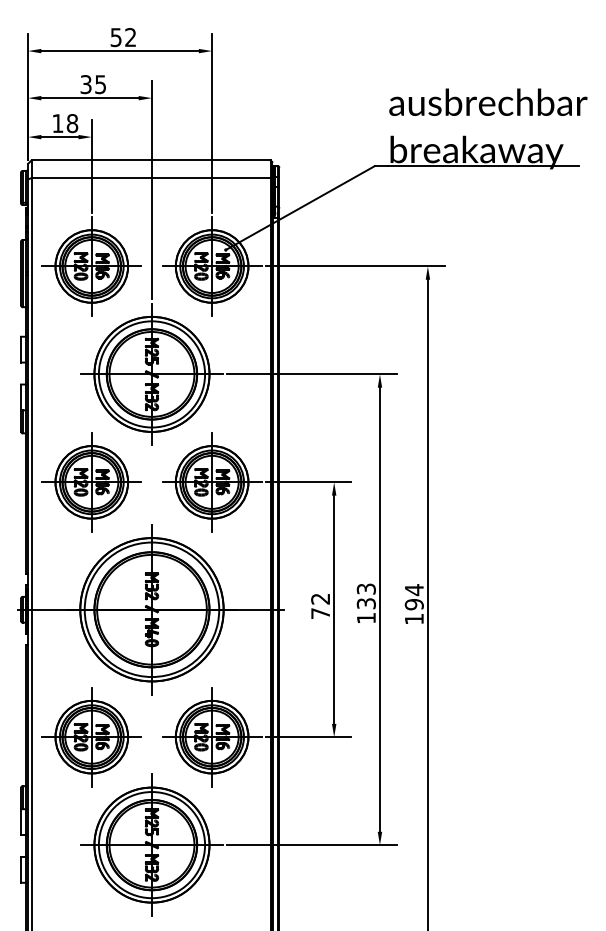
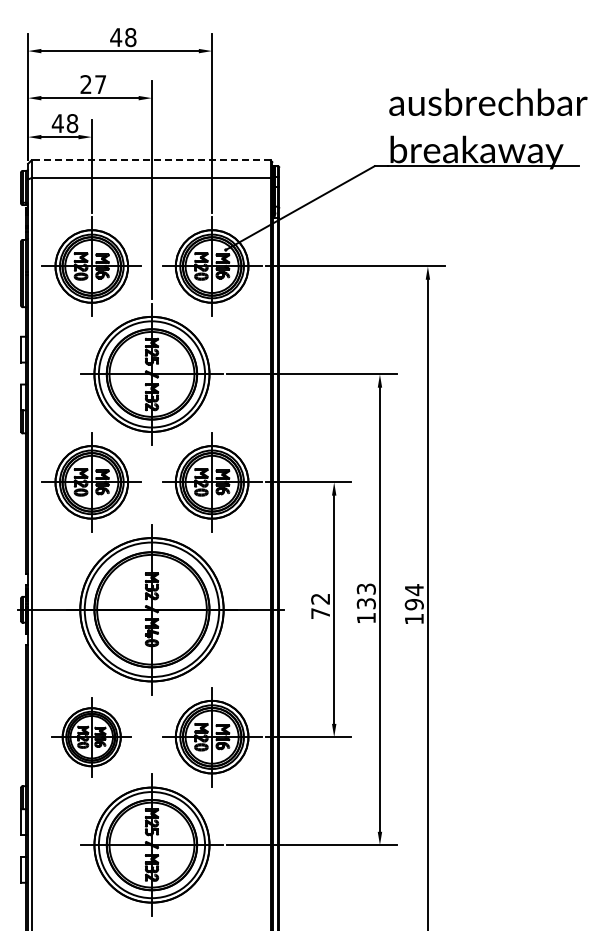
text at (123, 37): 52 -> 48
text at (92, 84): 35 -> 27
text at (57, 123): 18 -> 48
line at (150, 160): solid -> dashed
part at (91, 737) size: 101x101 px -> 81x81 px
